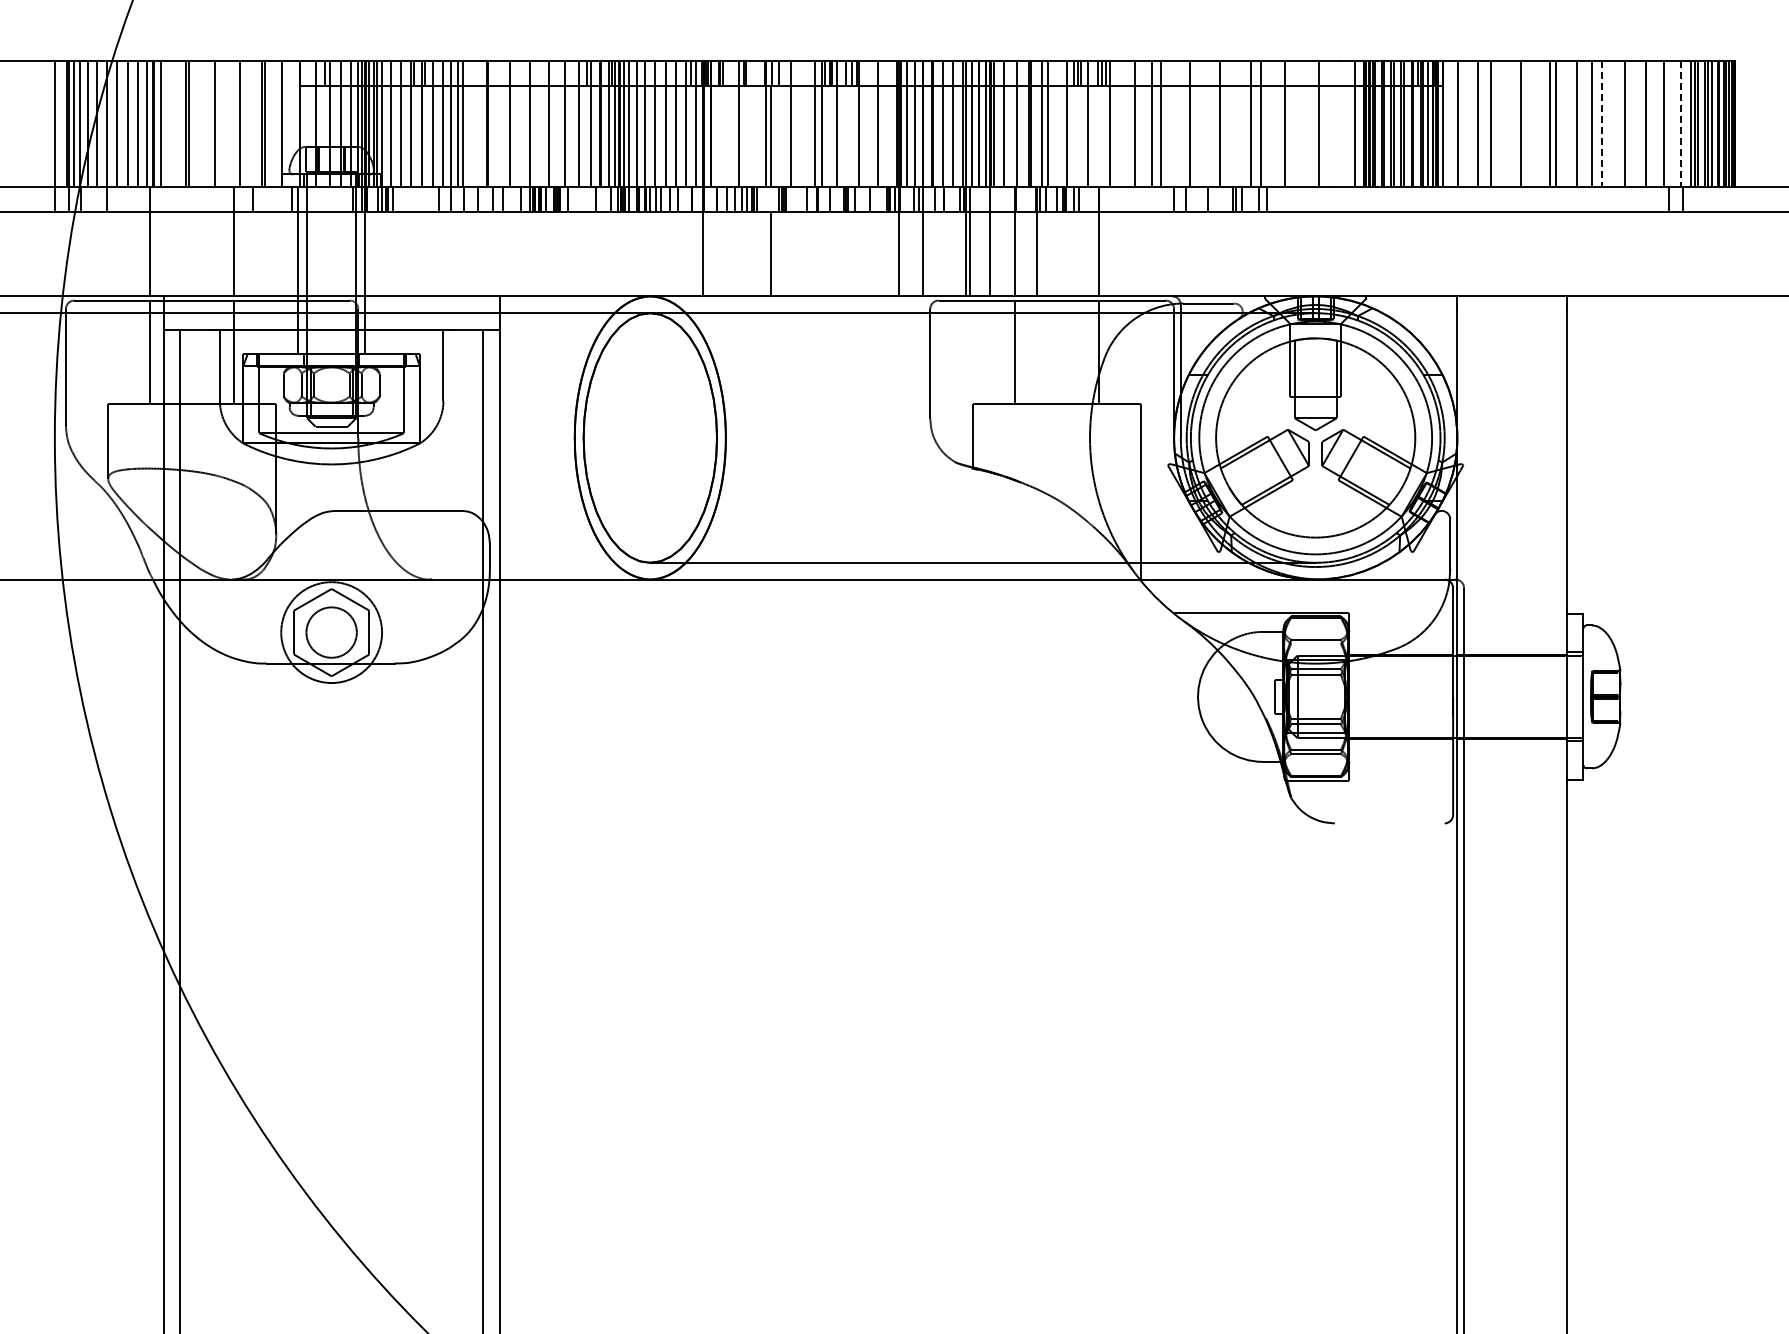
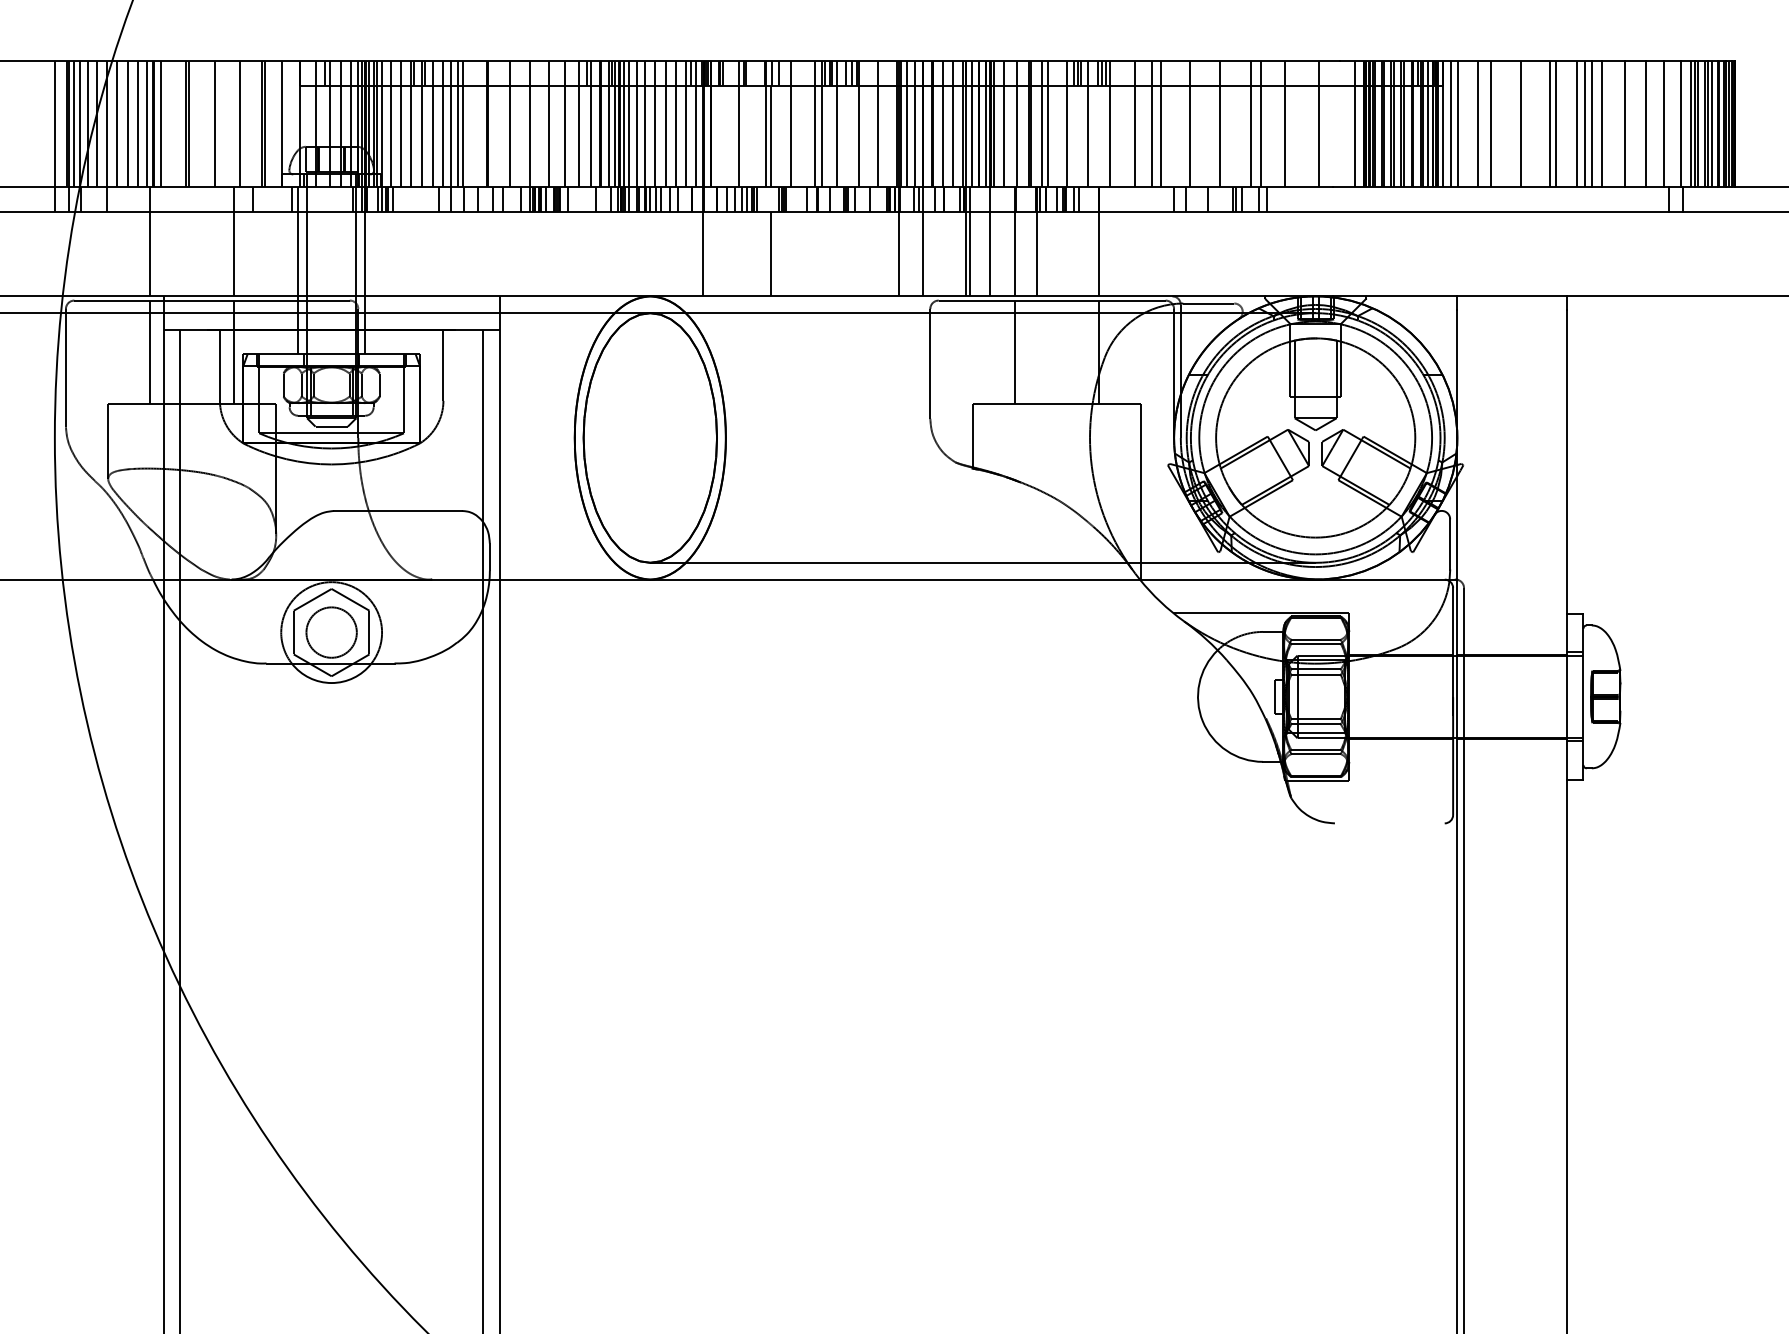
line at (1451, 124): none -> present
line at (1584, 124): none -> present
line at (1601, 124): dashed -> solid
line at (1680, 124): dashed -> solid
line at (1315, 644): none -> present
